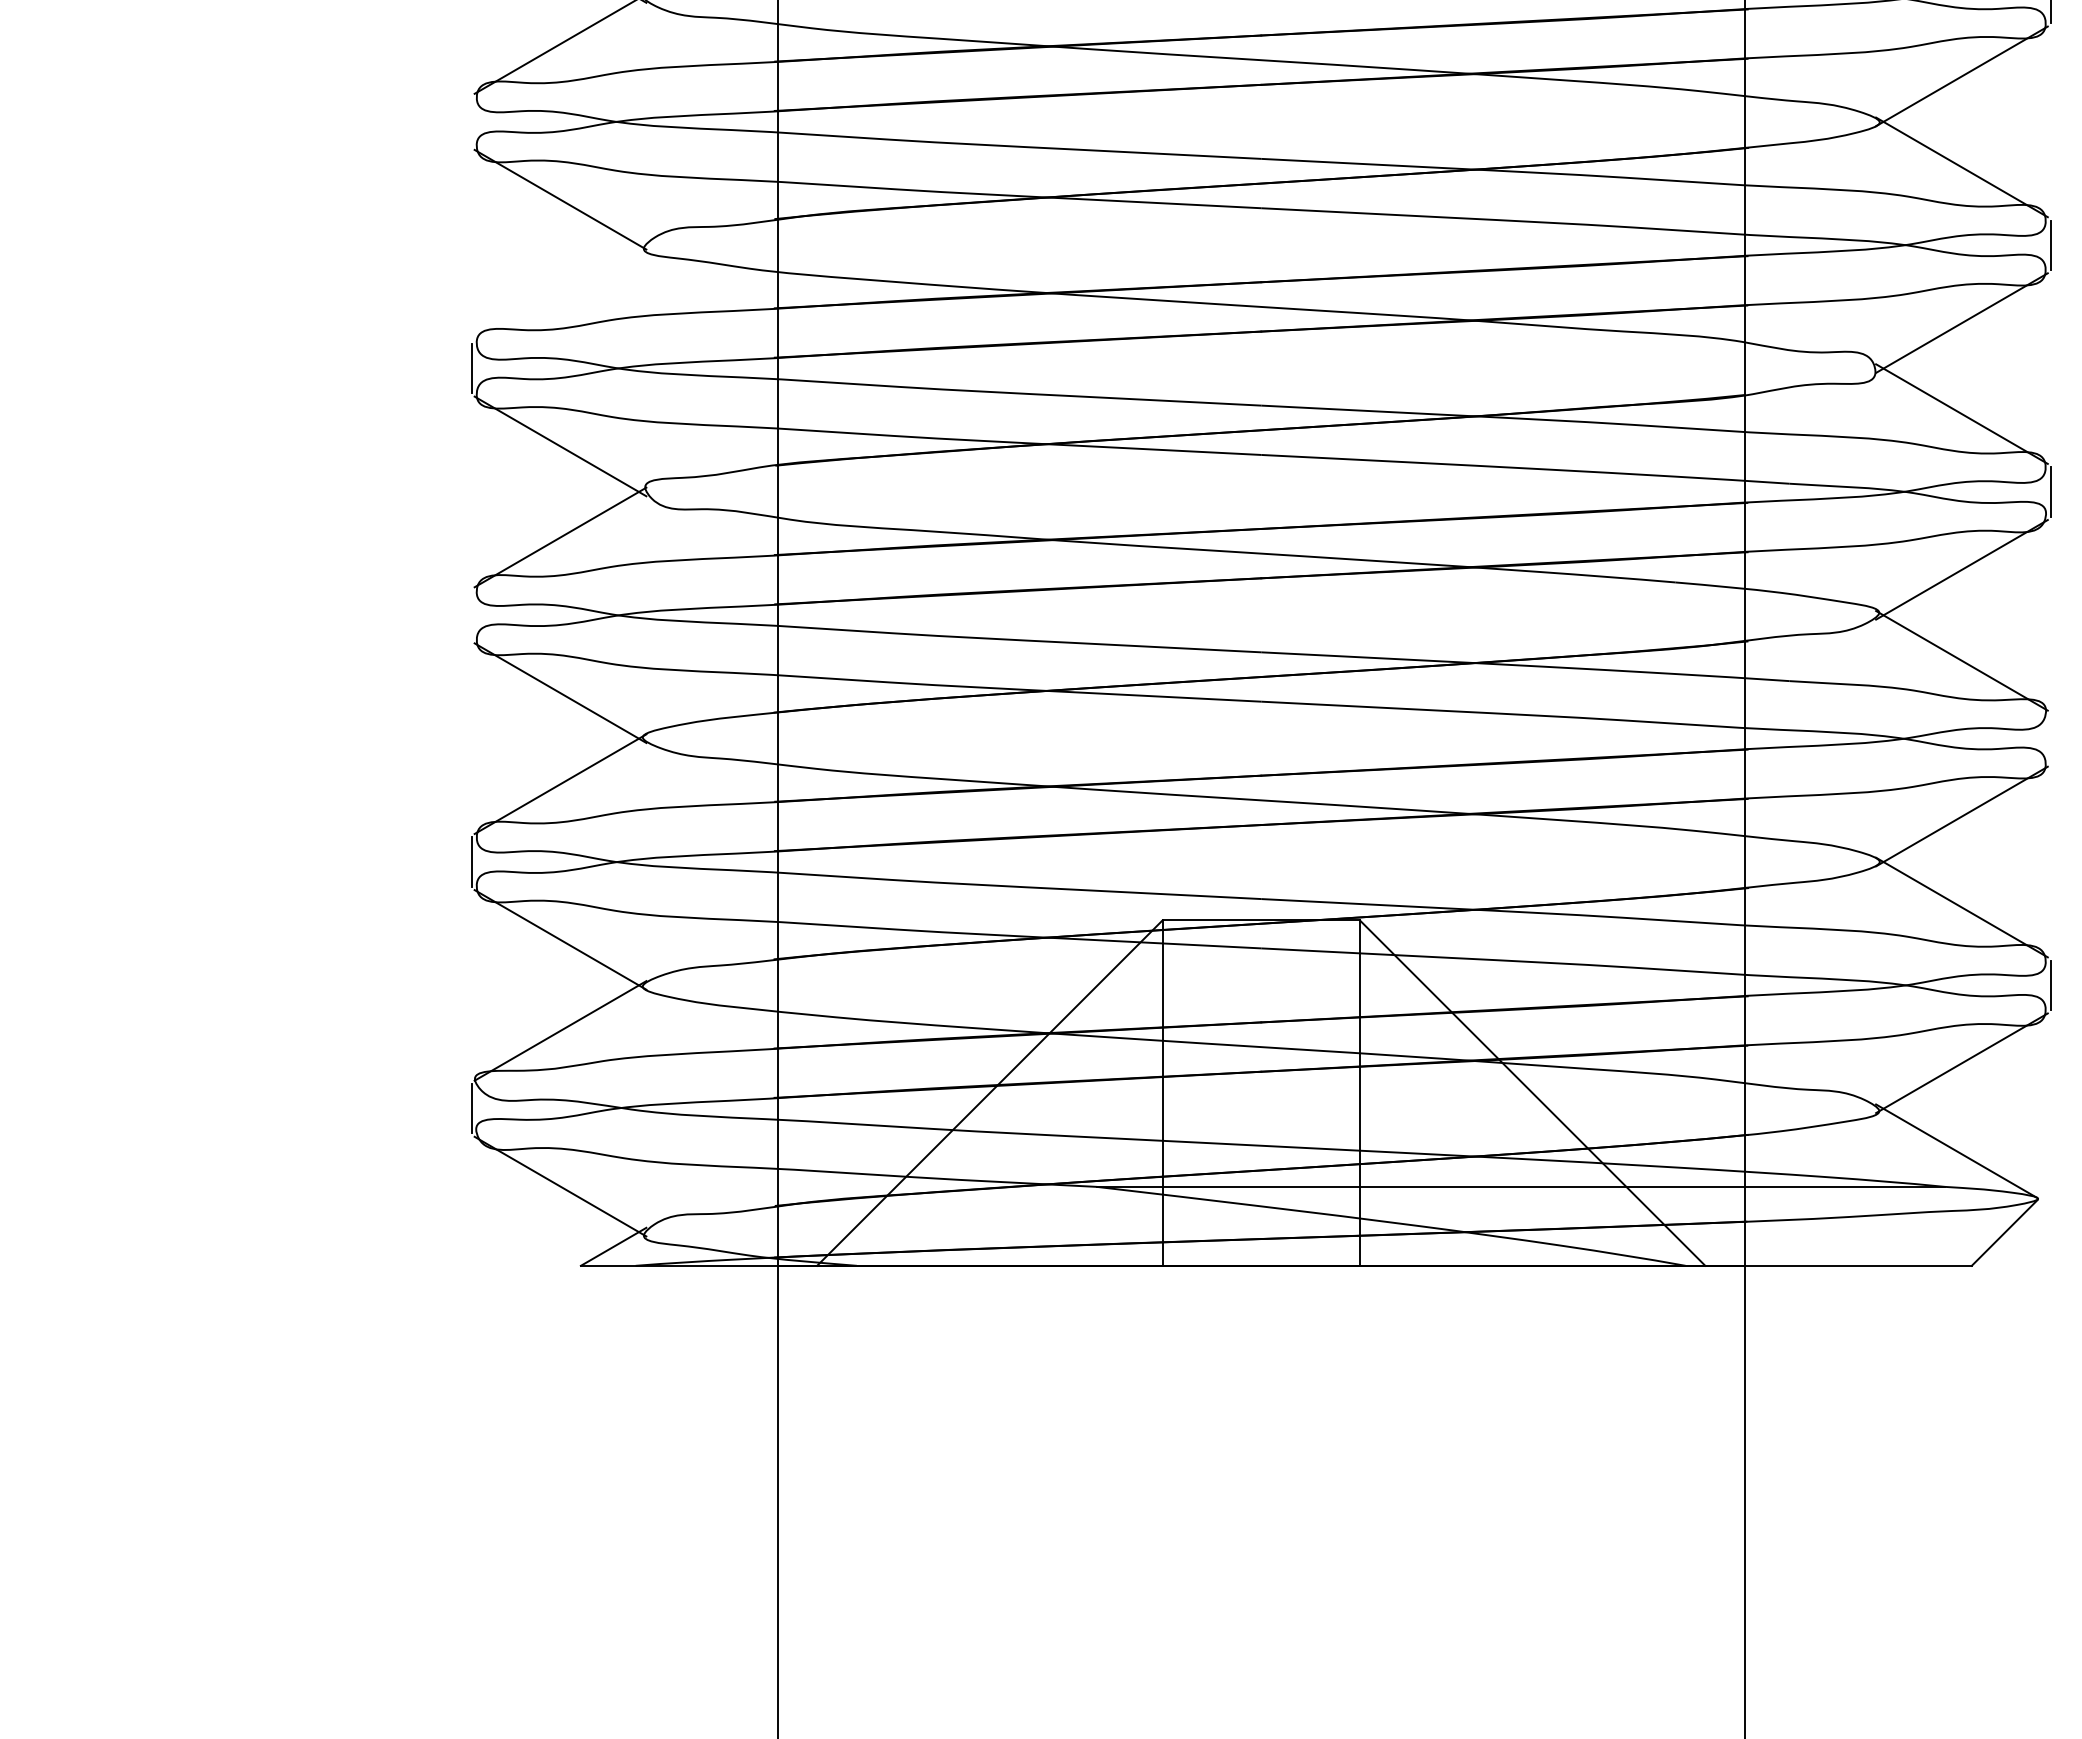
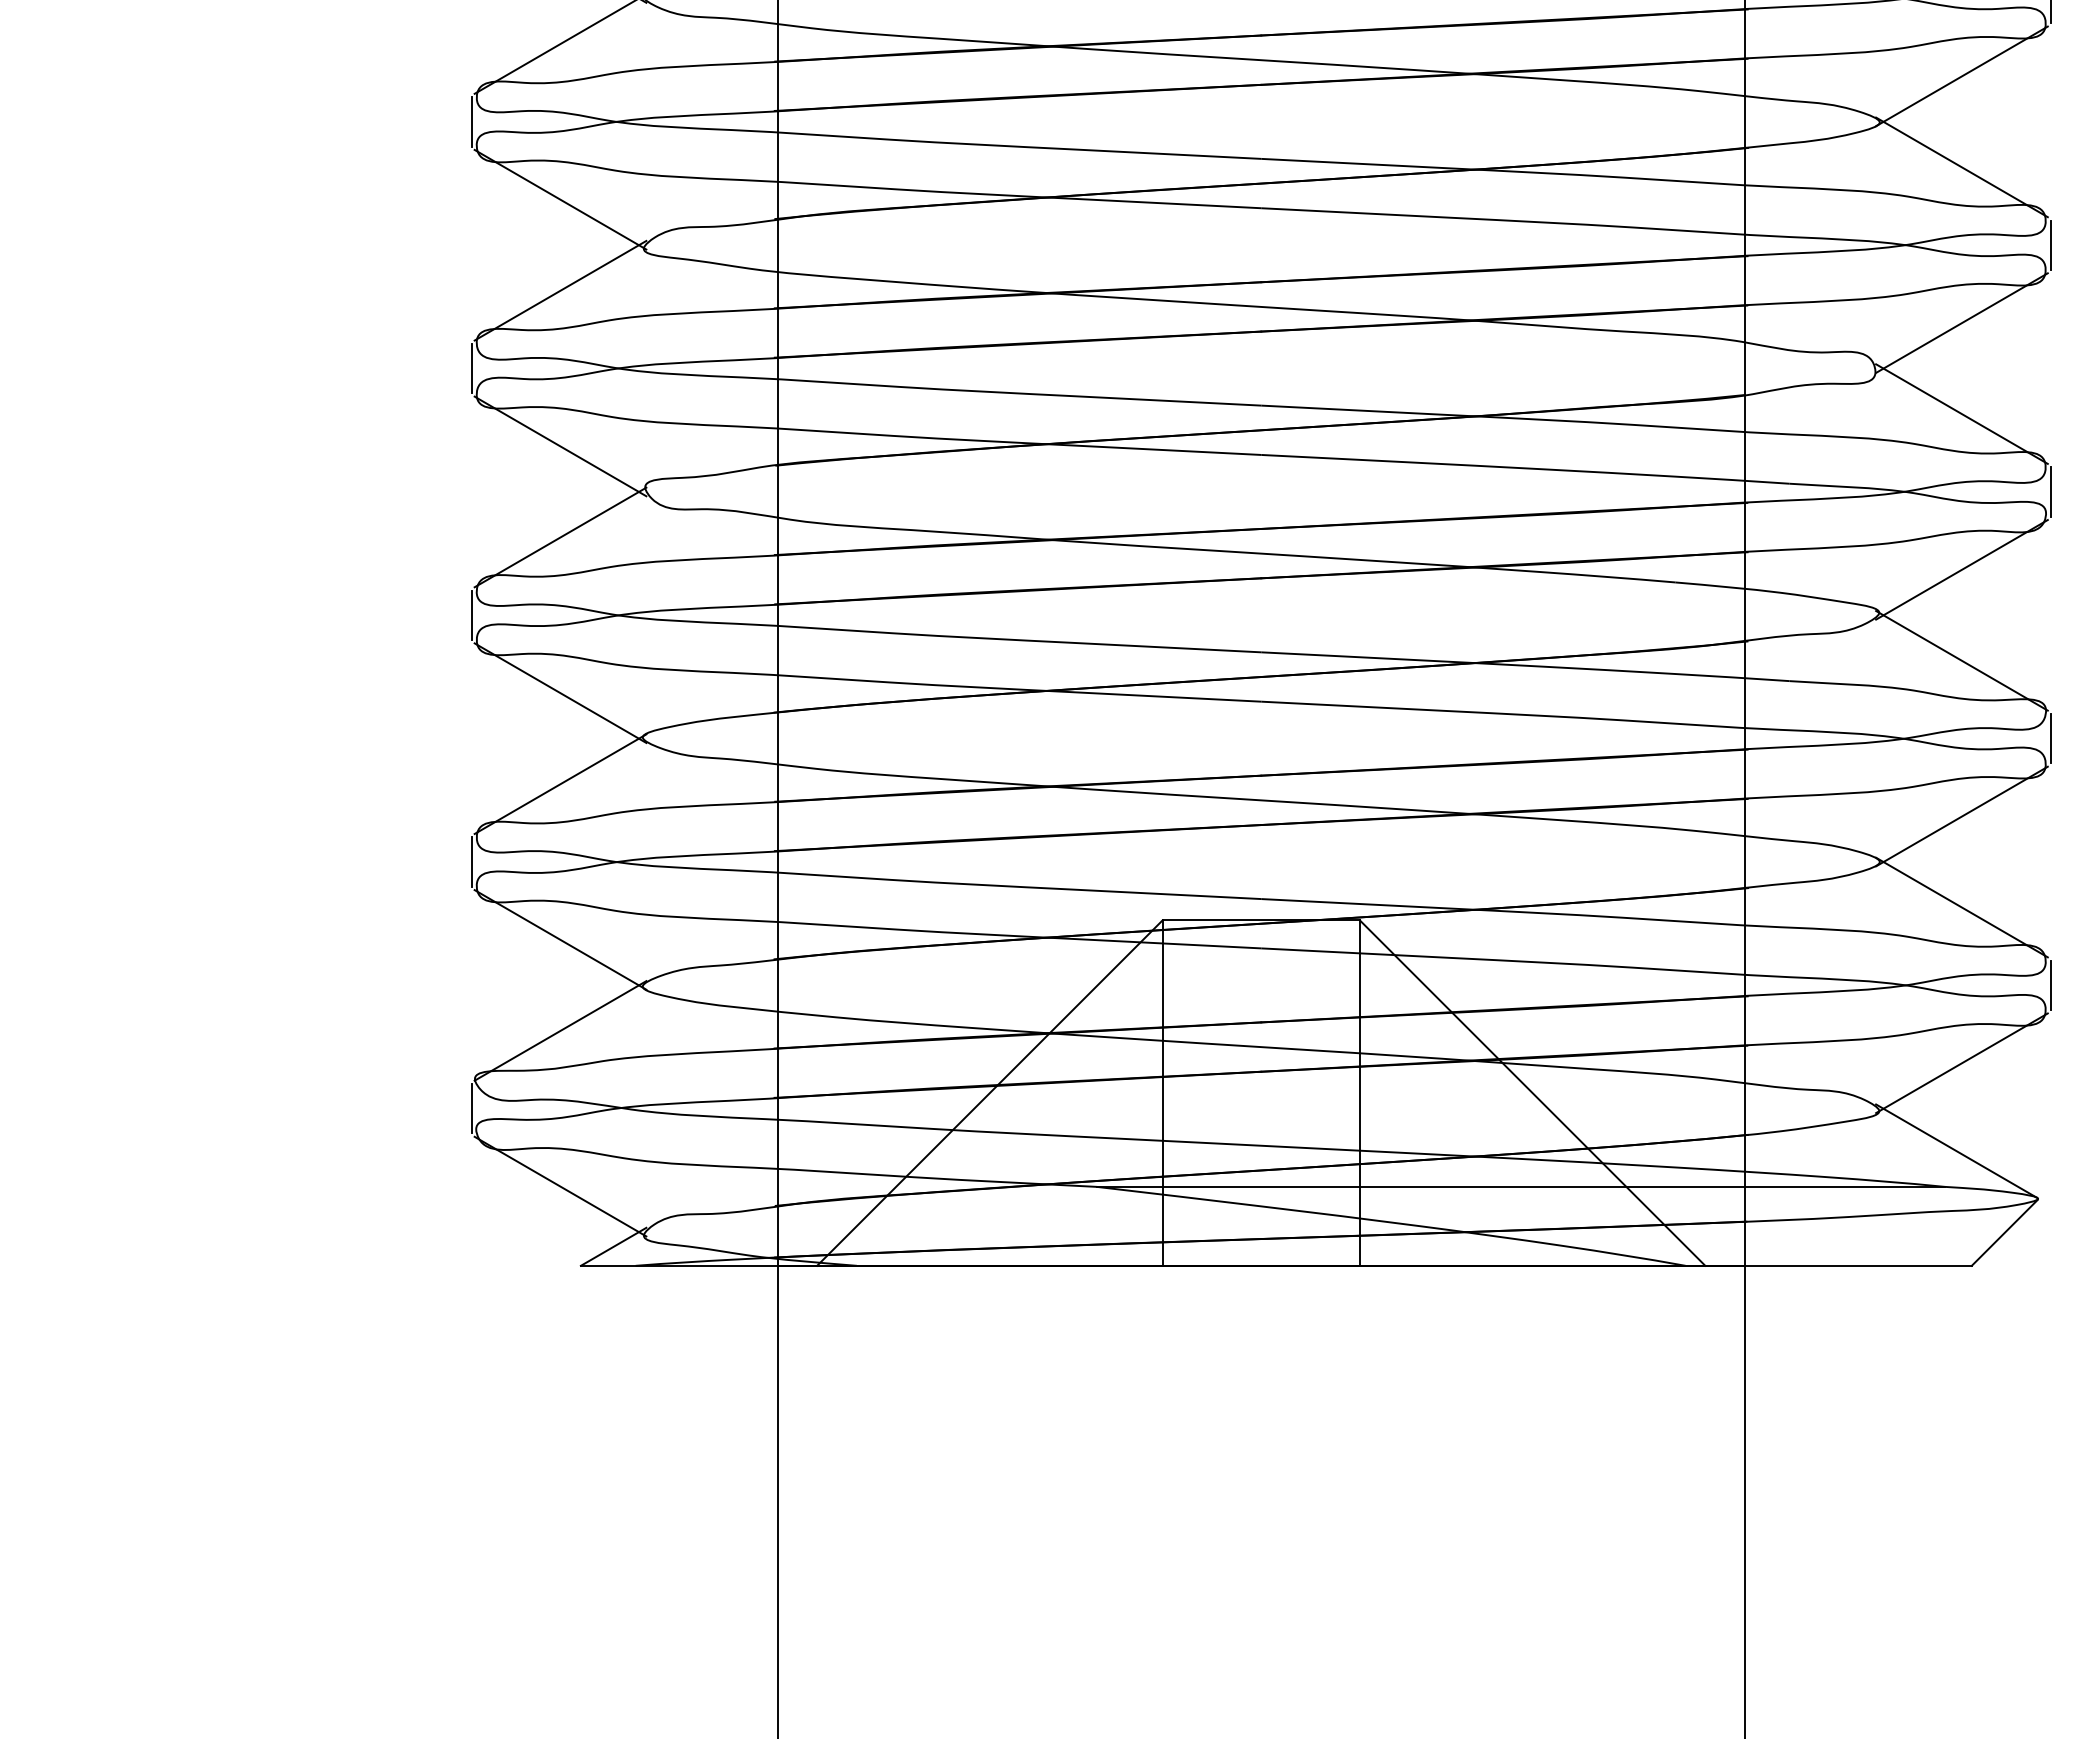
line at (471, 121): none -> present
line at (560, 290): none -> present
line at (471, 615): none -> present
line at (2050, 738): none -> present
